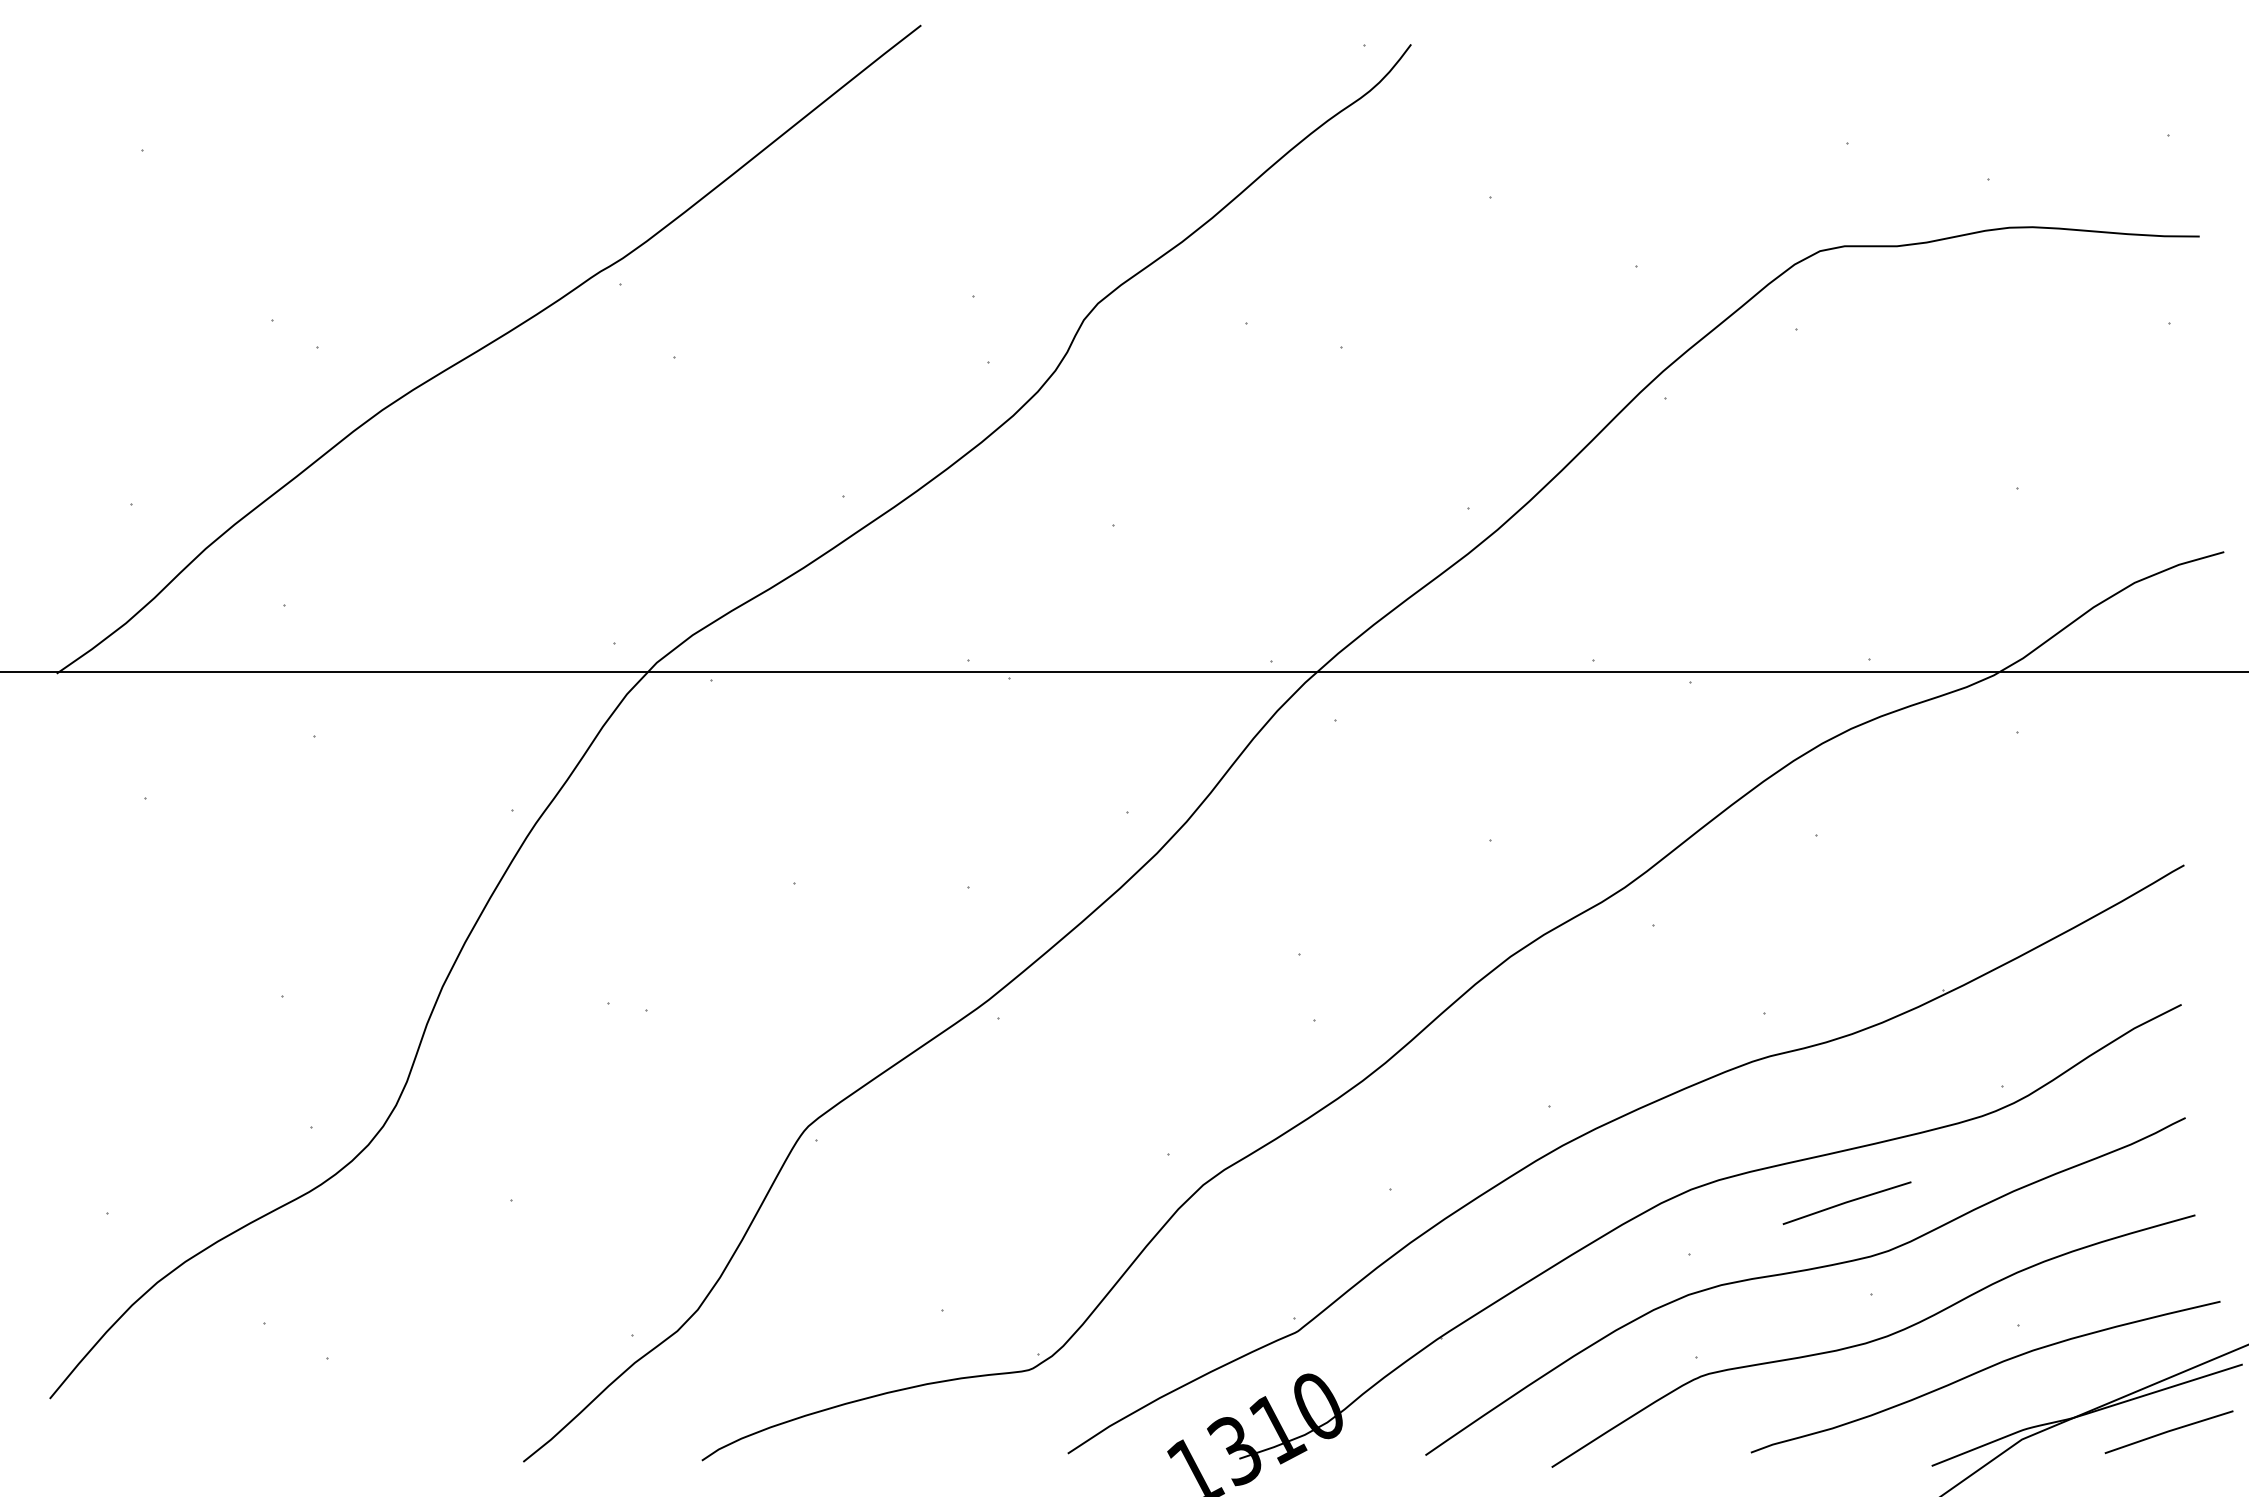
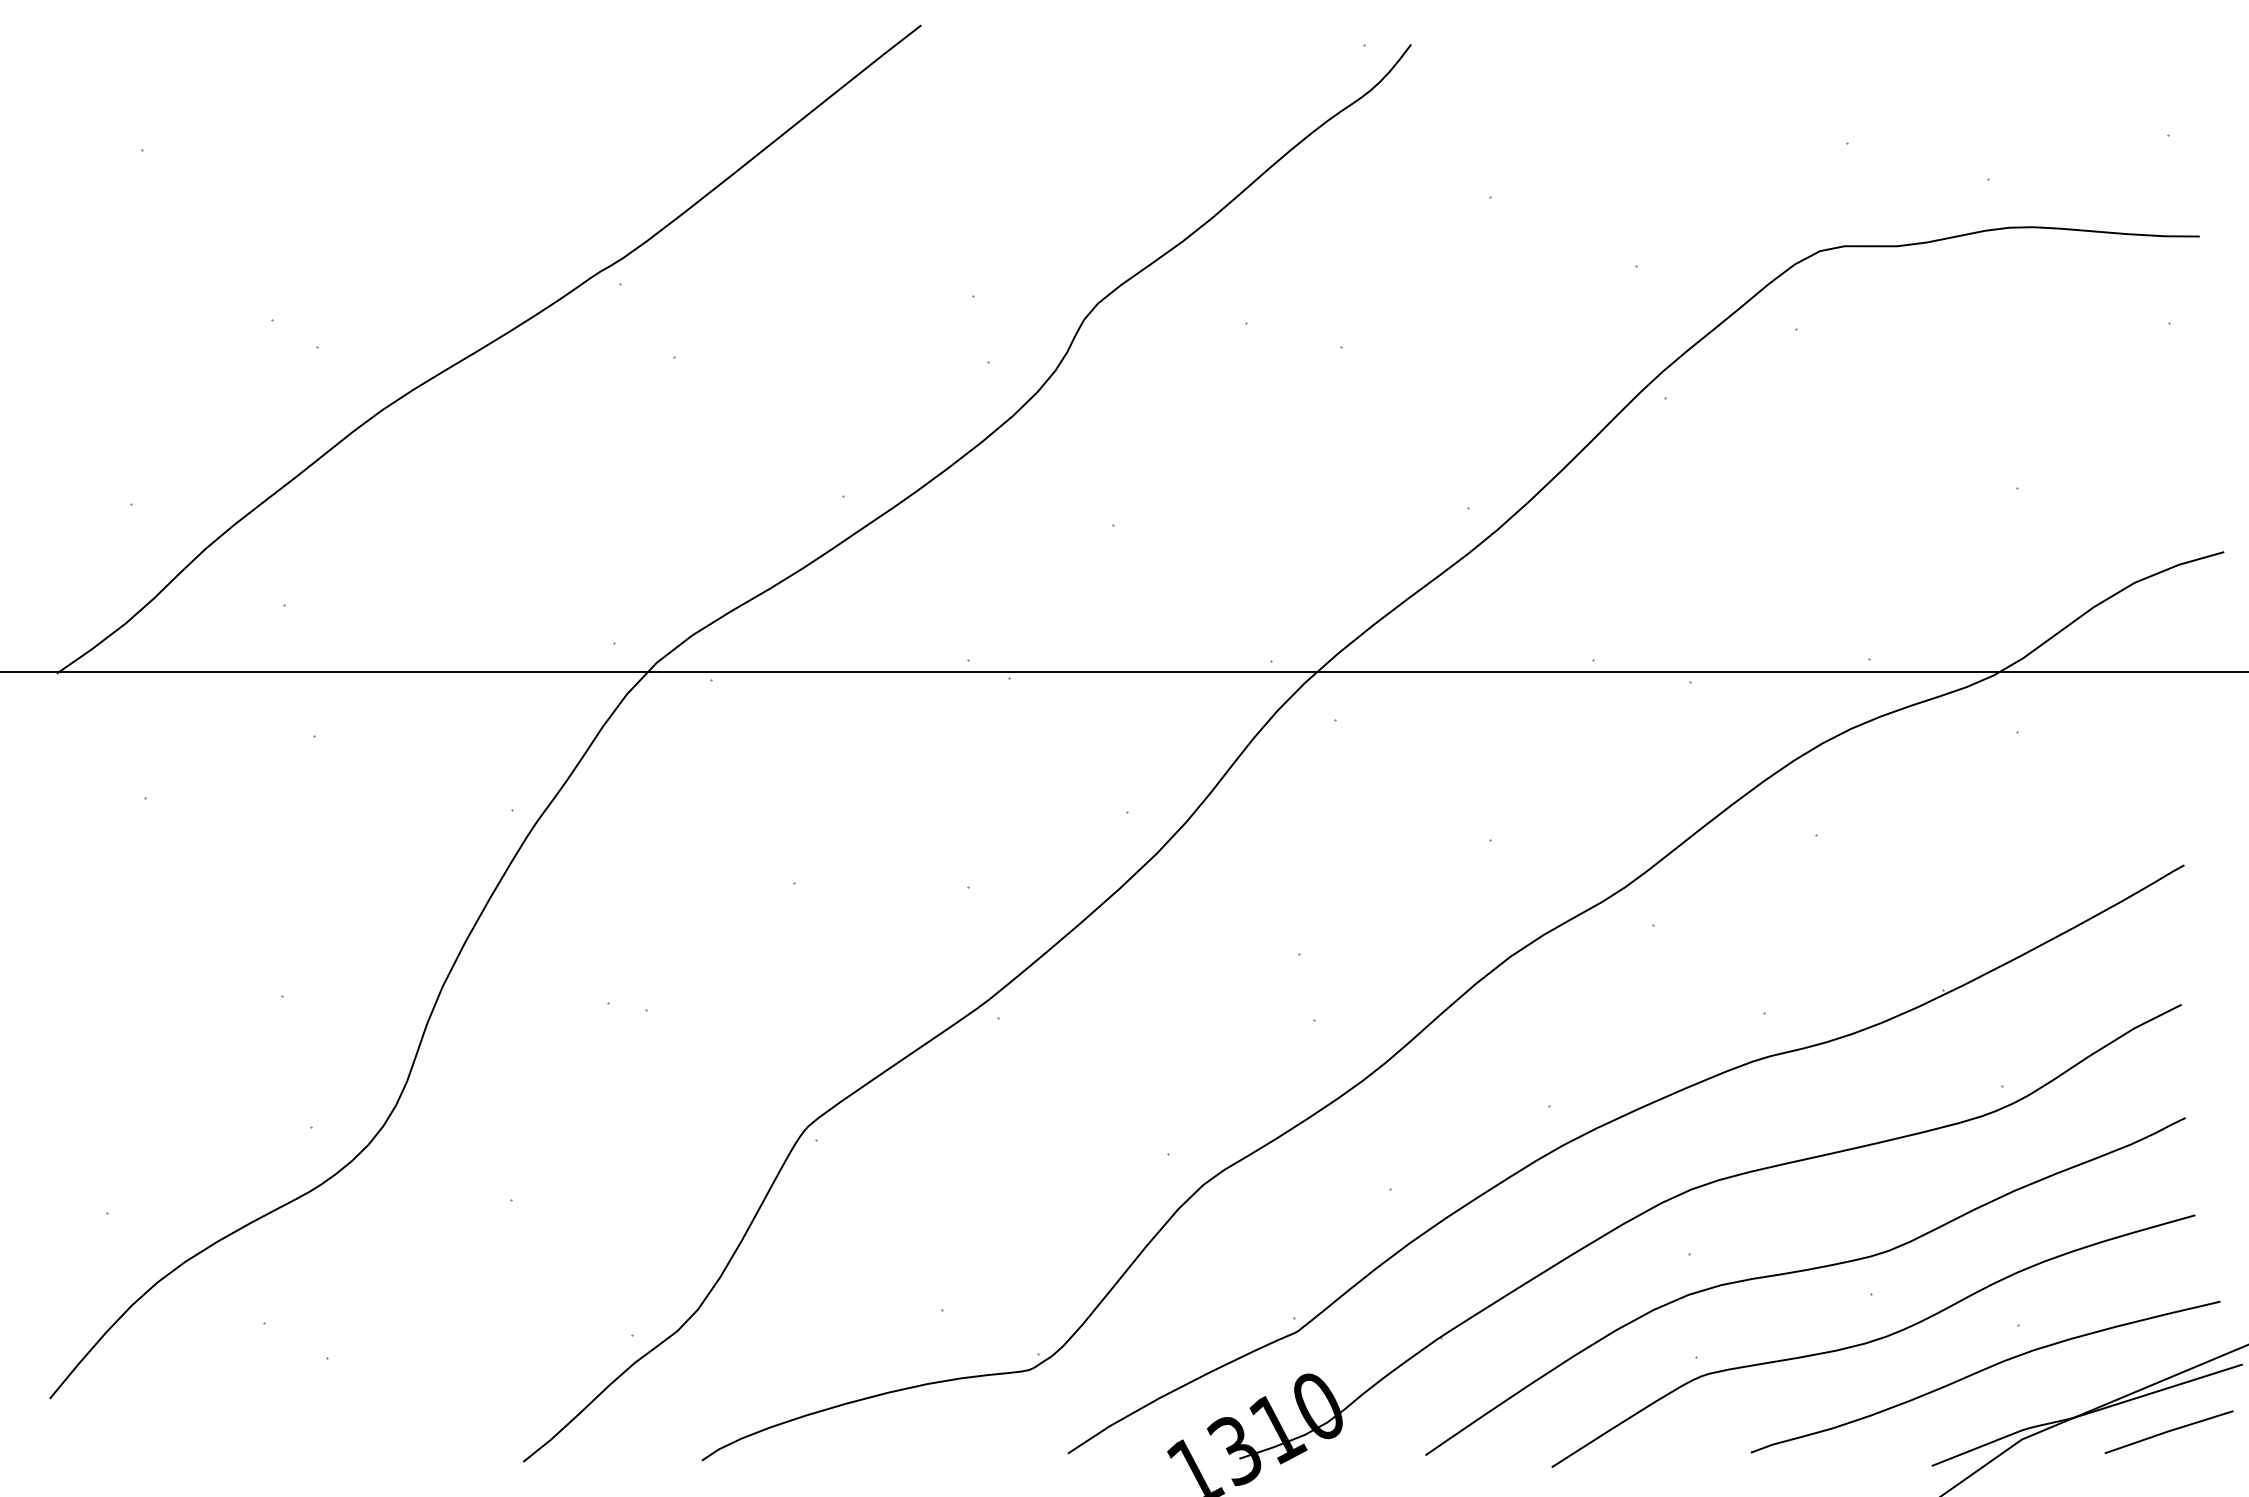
line at (1846, 1202): present -> none
